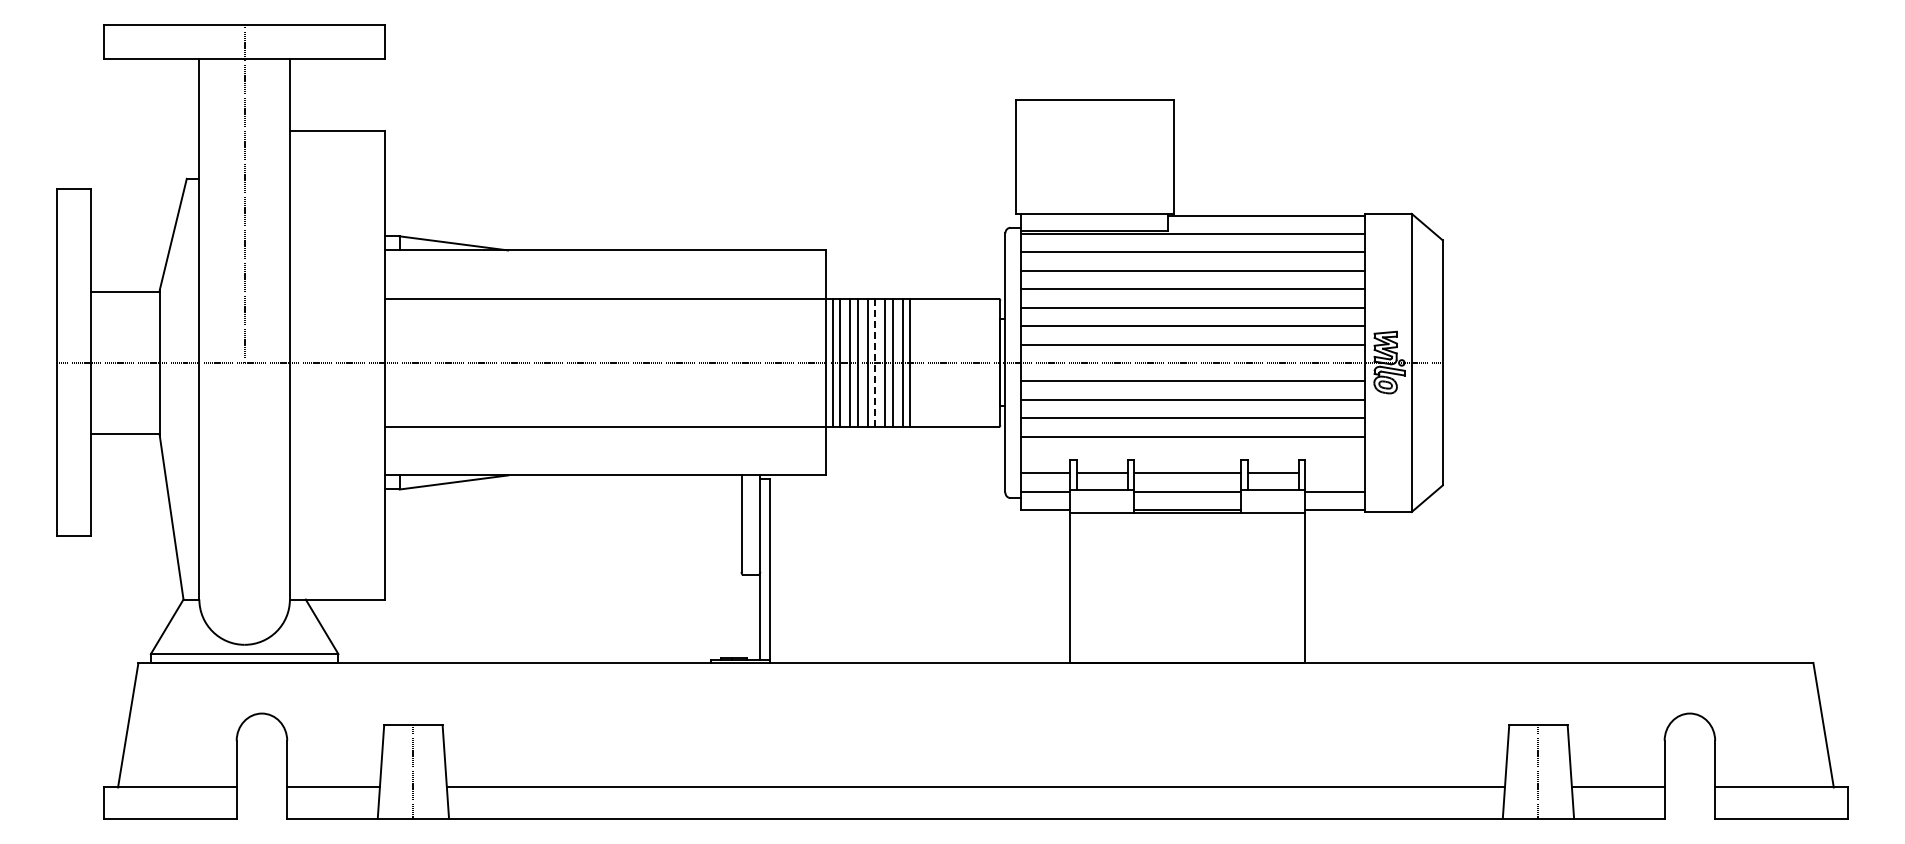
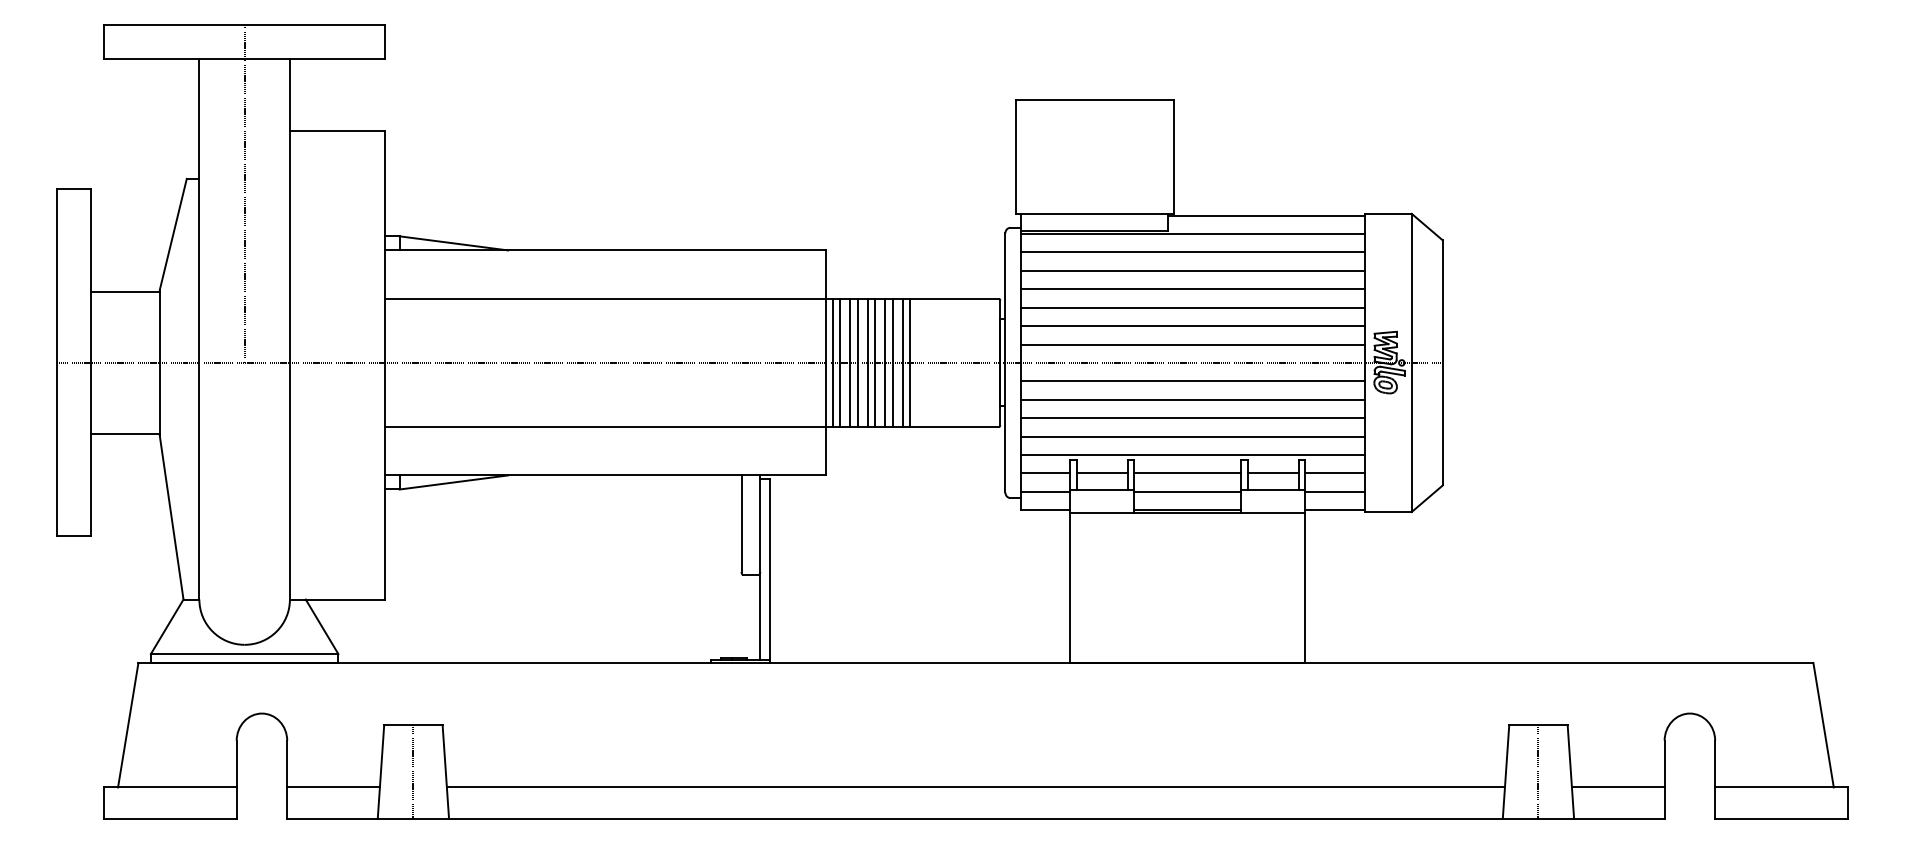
line at (875, 363): dashed -> solid
line at (1192, 455): none -> present
line at (1335, 473): none -> present
